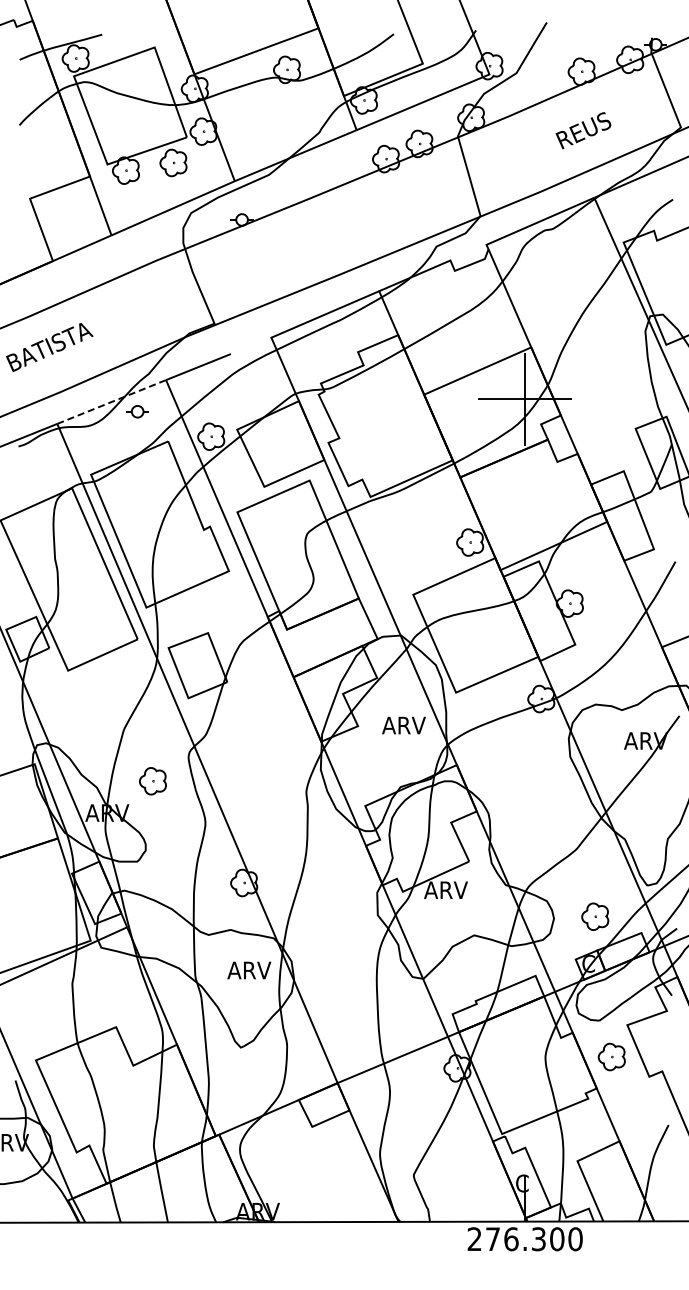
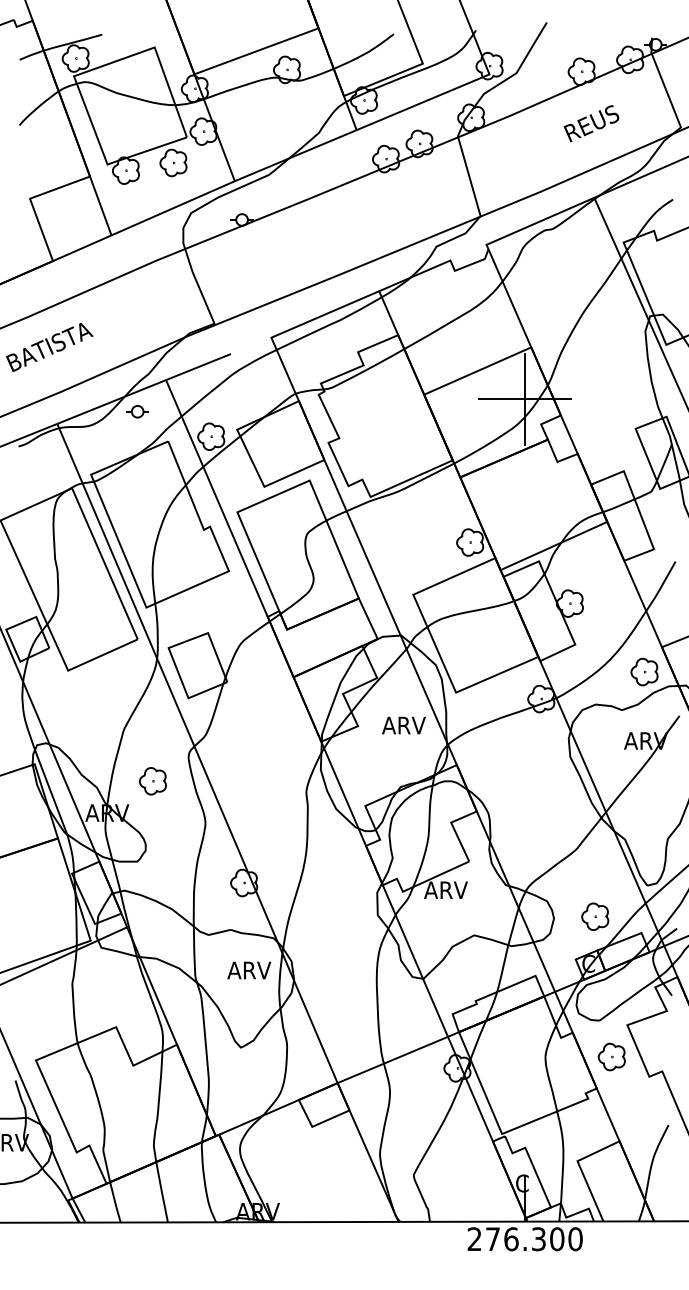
text at (583, 130) position: (583, 130) -> (591, 123)
line at (111, 402): dashed -> solid
part at (644, 671): none -> present
